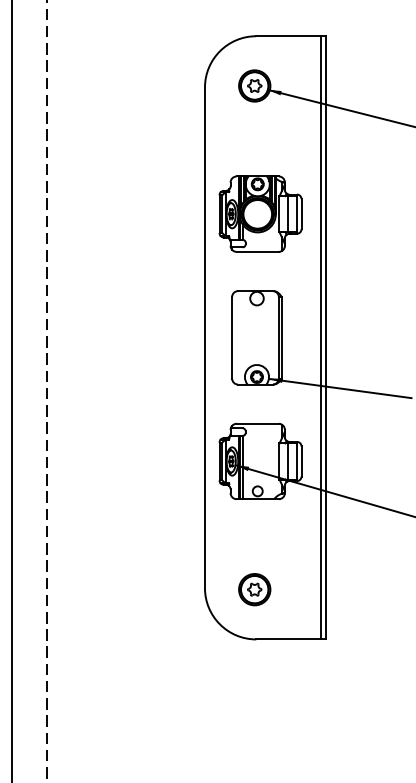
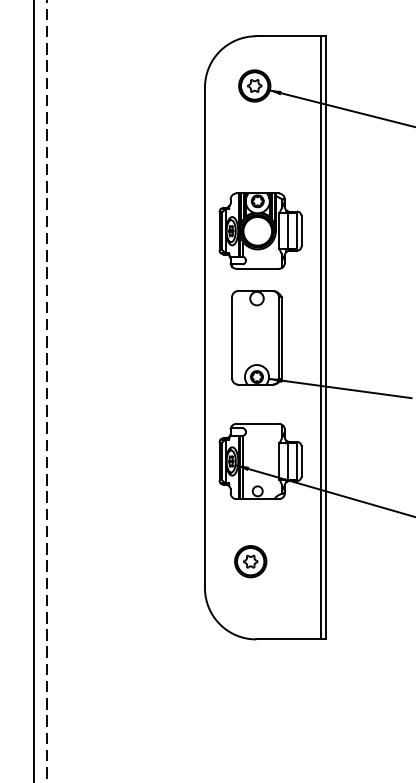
part at (260, 213) position: (260, 213) -> (260, 230)
line at (12, 390) position: (12, 390) -> (34, 390)
part at (254, 589) position: (254, 589) -> (250, 561)
